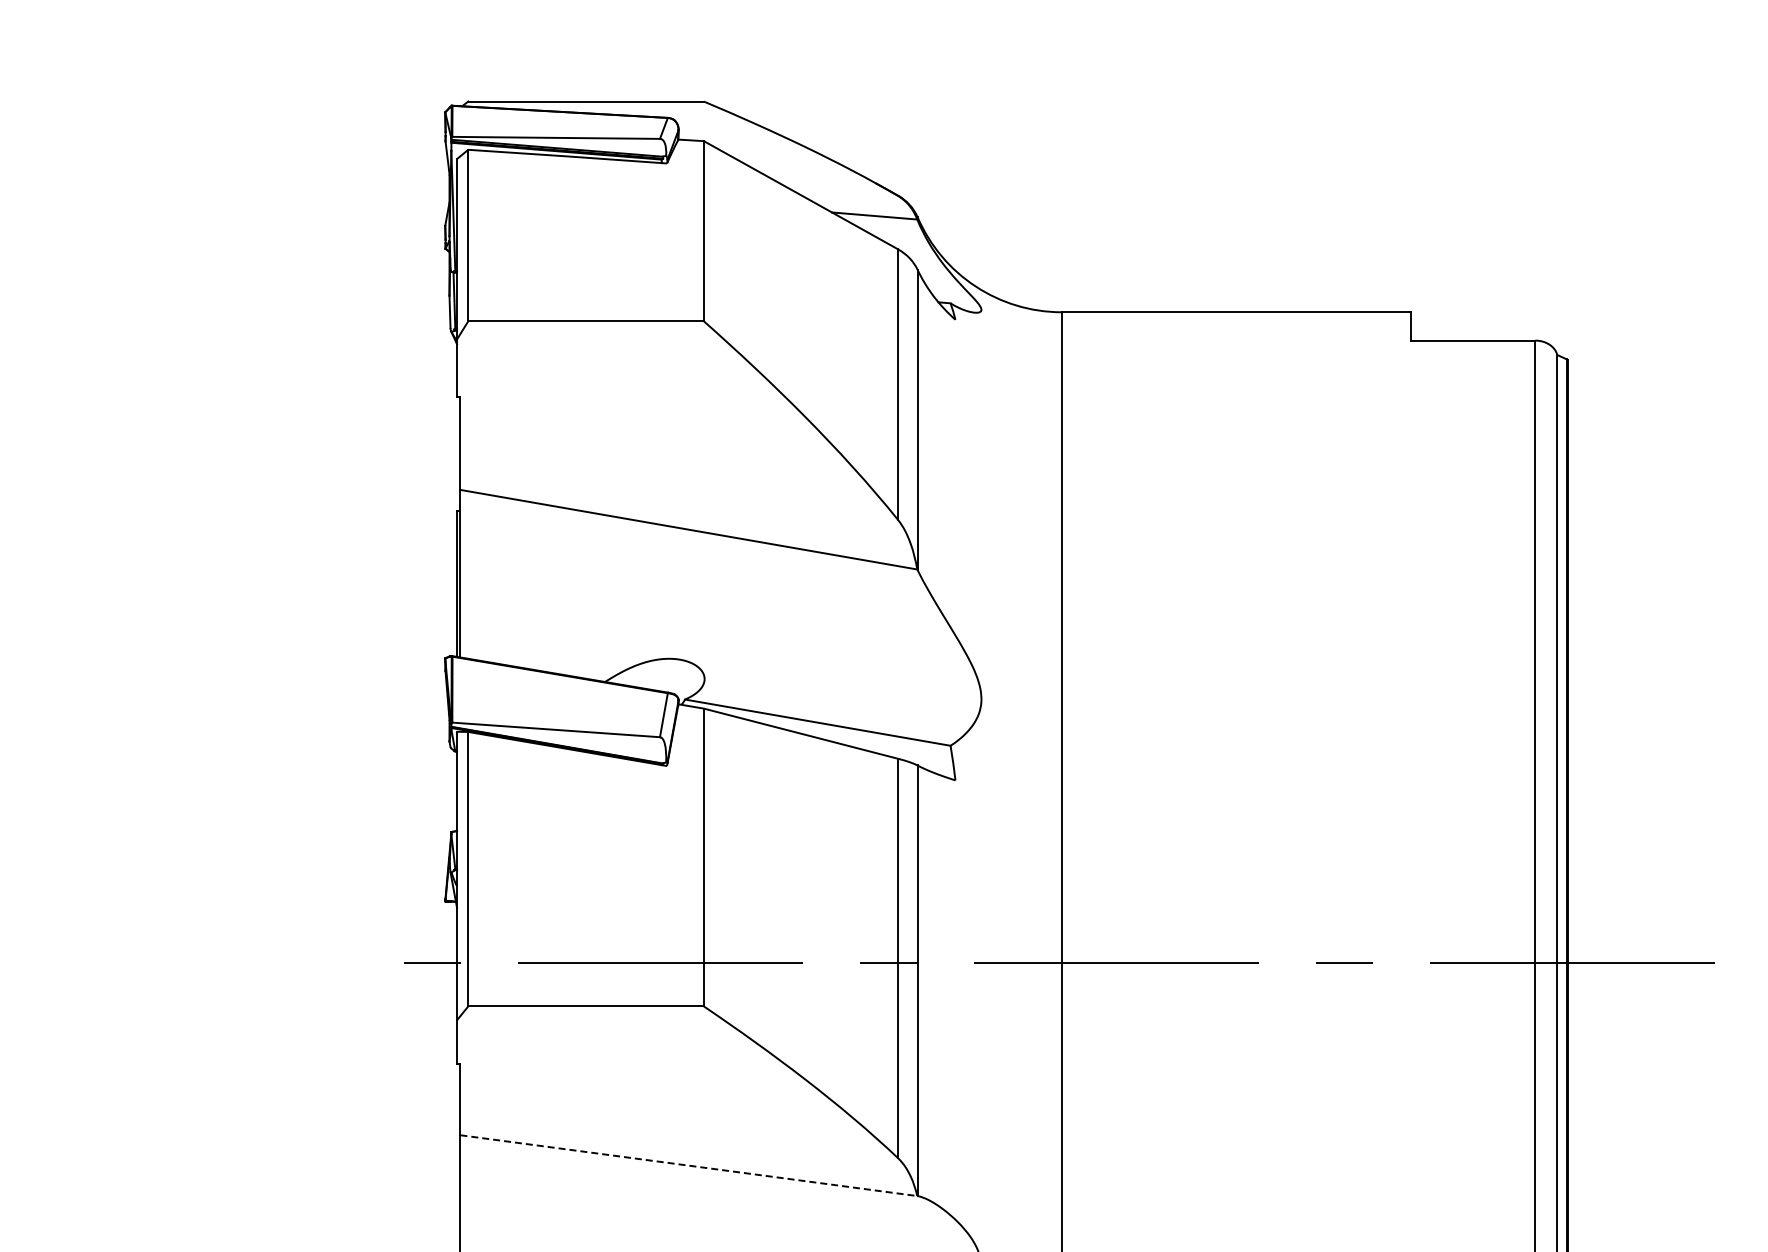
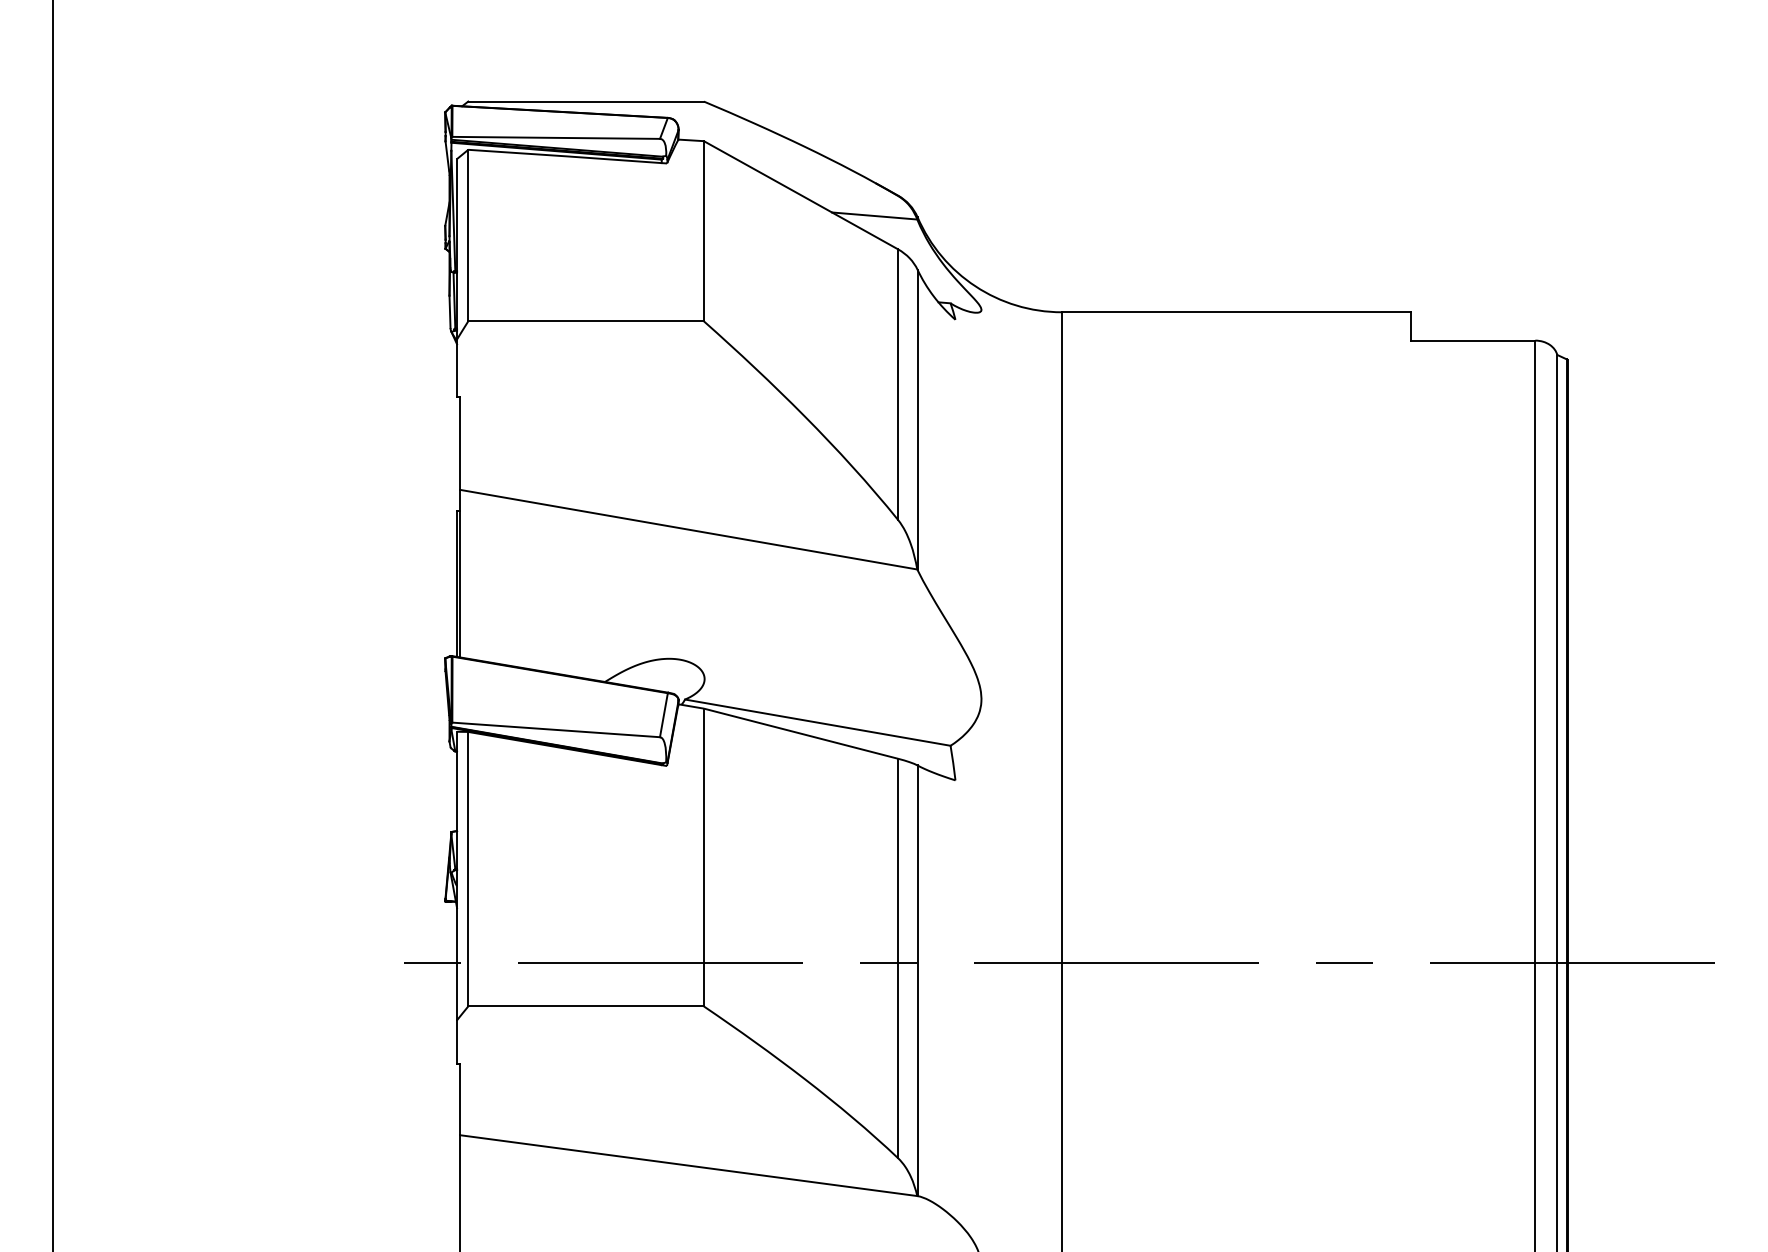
line at (53, 625): none -> present
line at (689, 1165): dashed -> solid
